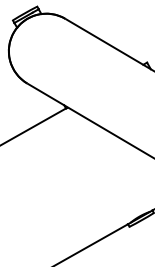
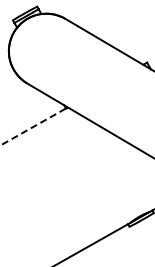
line at (32, 127): solid -> dashed
